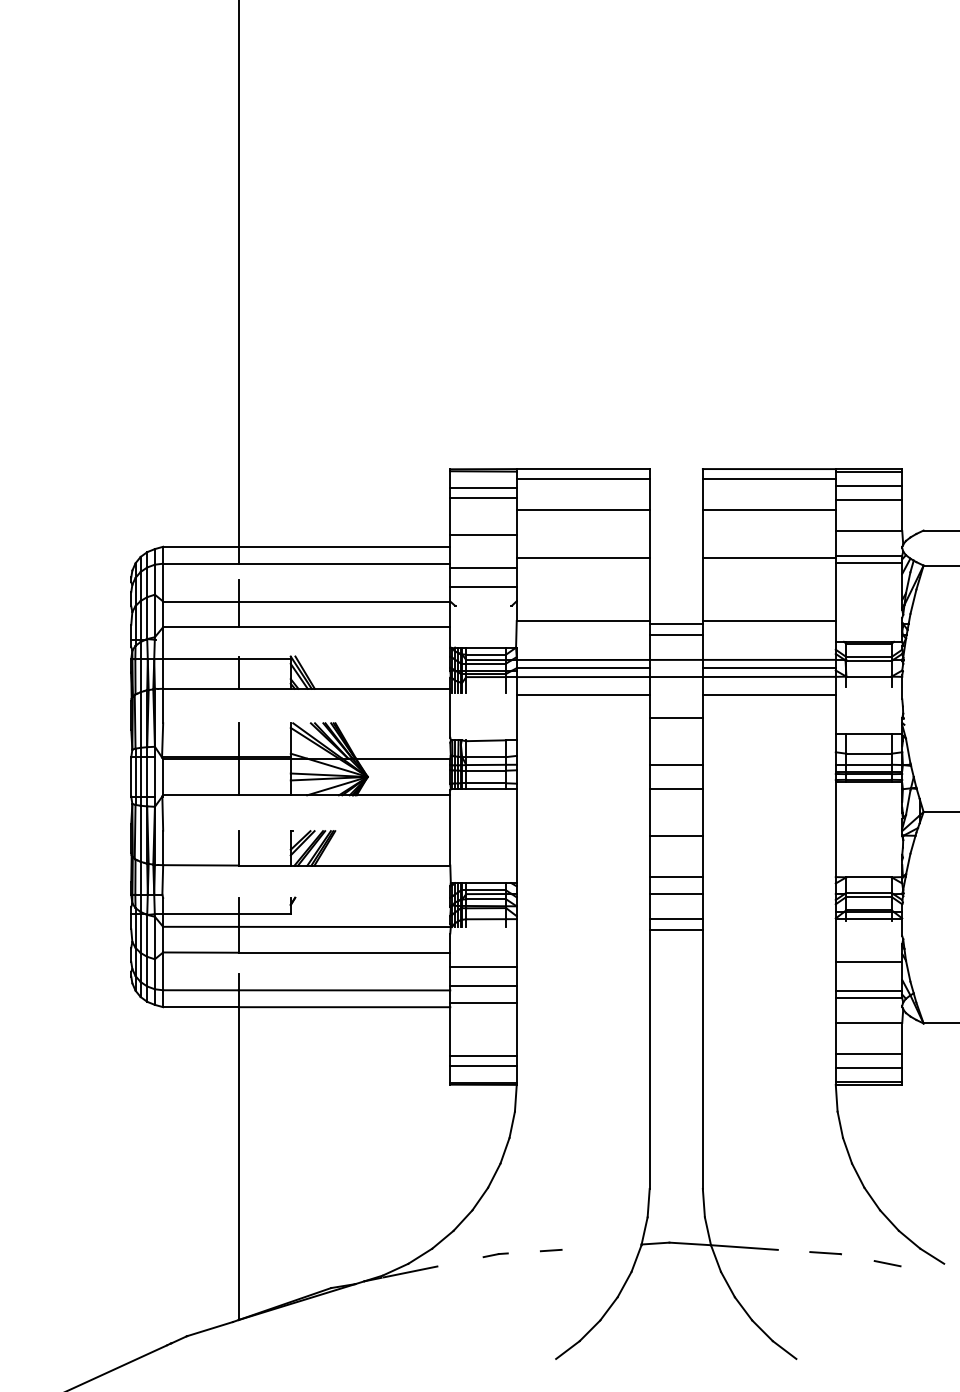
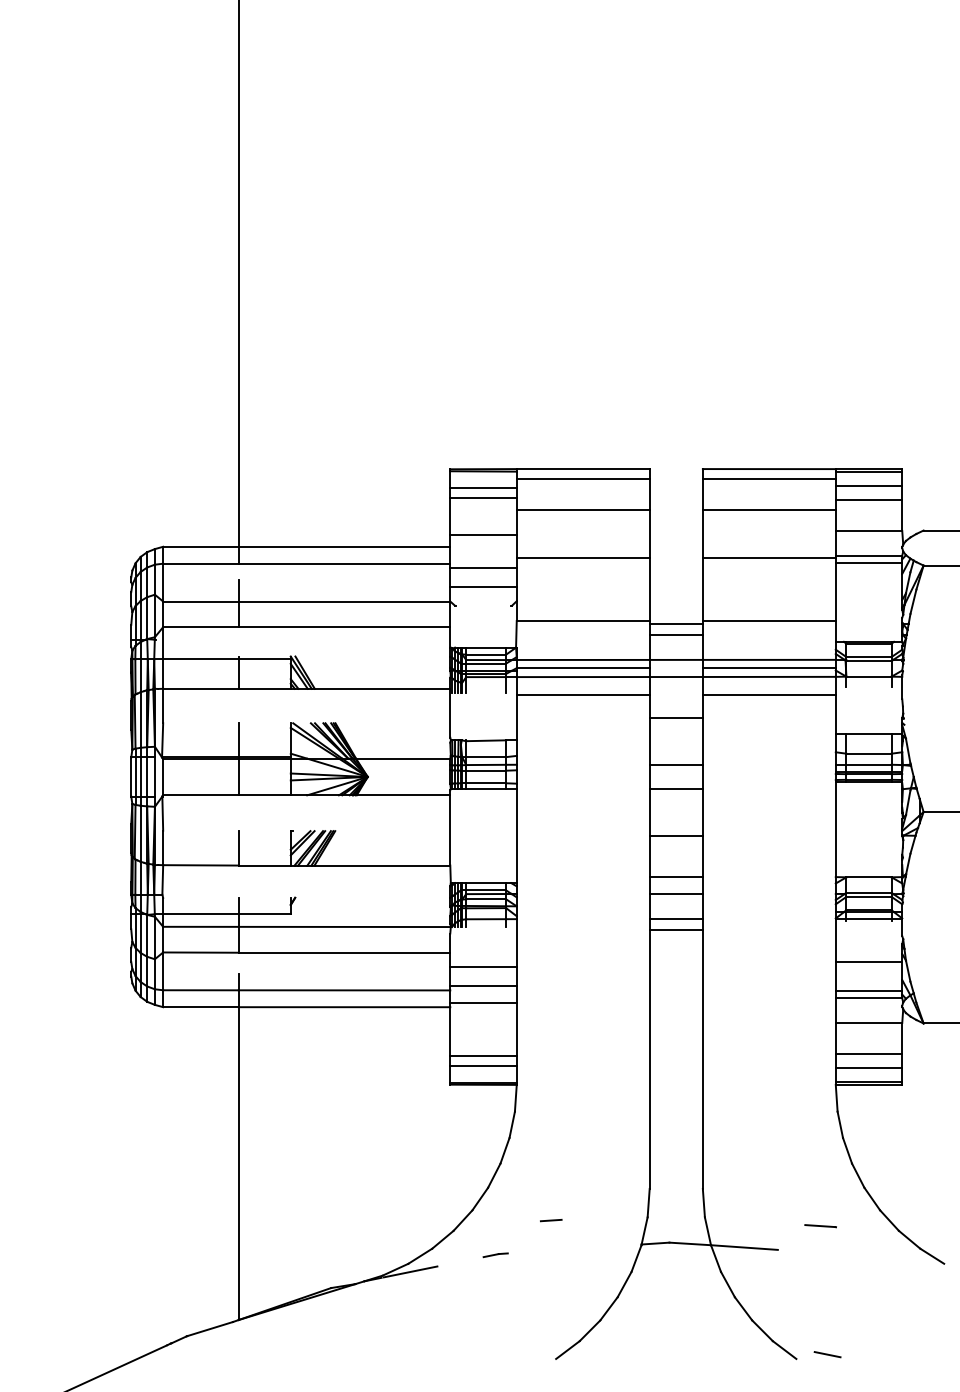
line at (551, 1250) position: (551, 1250) -> (551, 1220)
line at (825, 1253) position: (825, 1253) -> (820, 1226)
line at (887, 1263) position: (887, 1263) -> (827, 1354)
